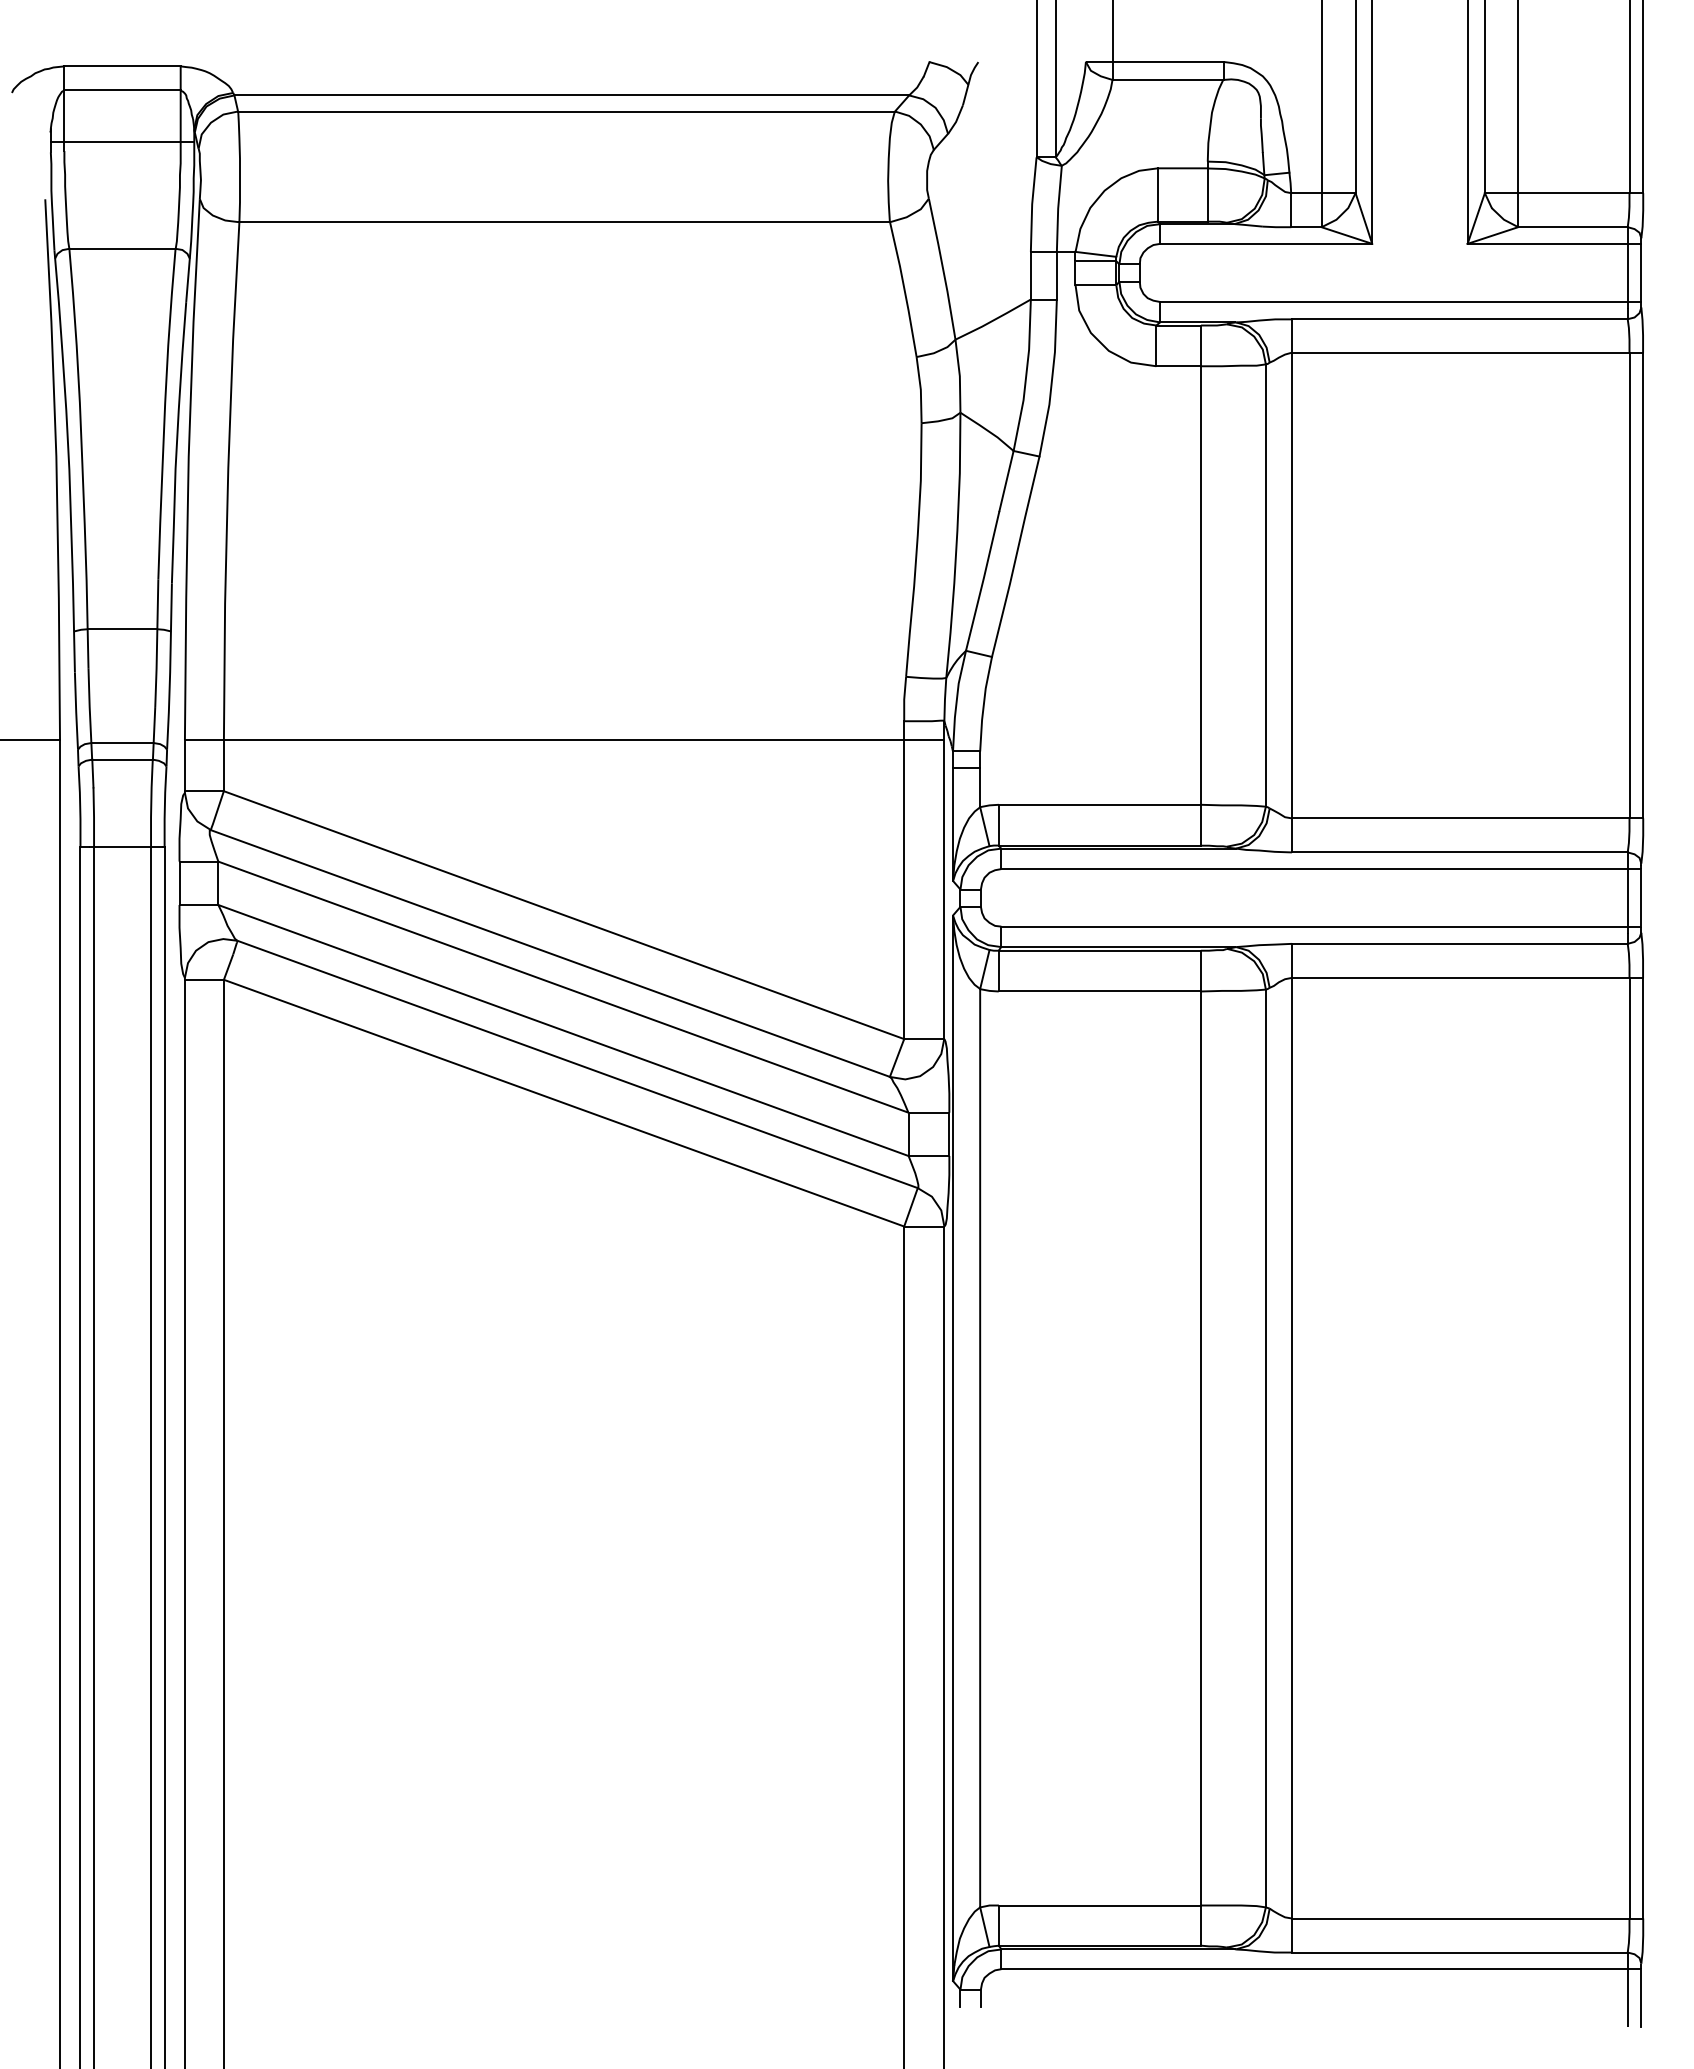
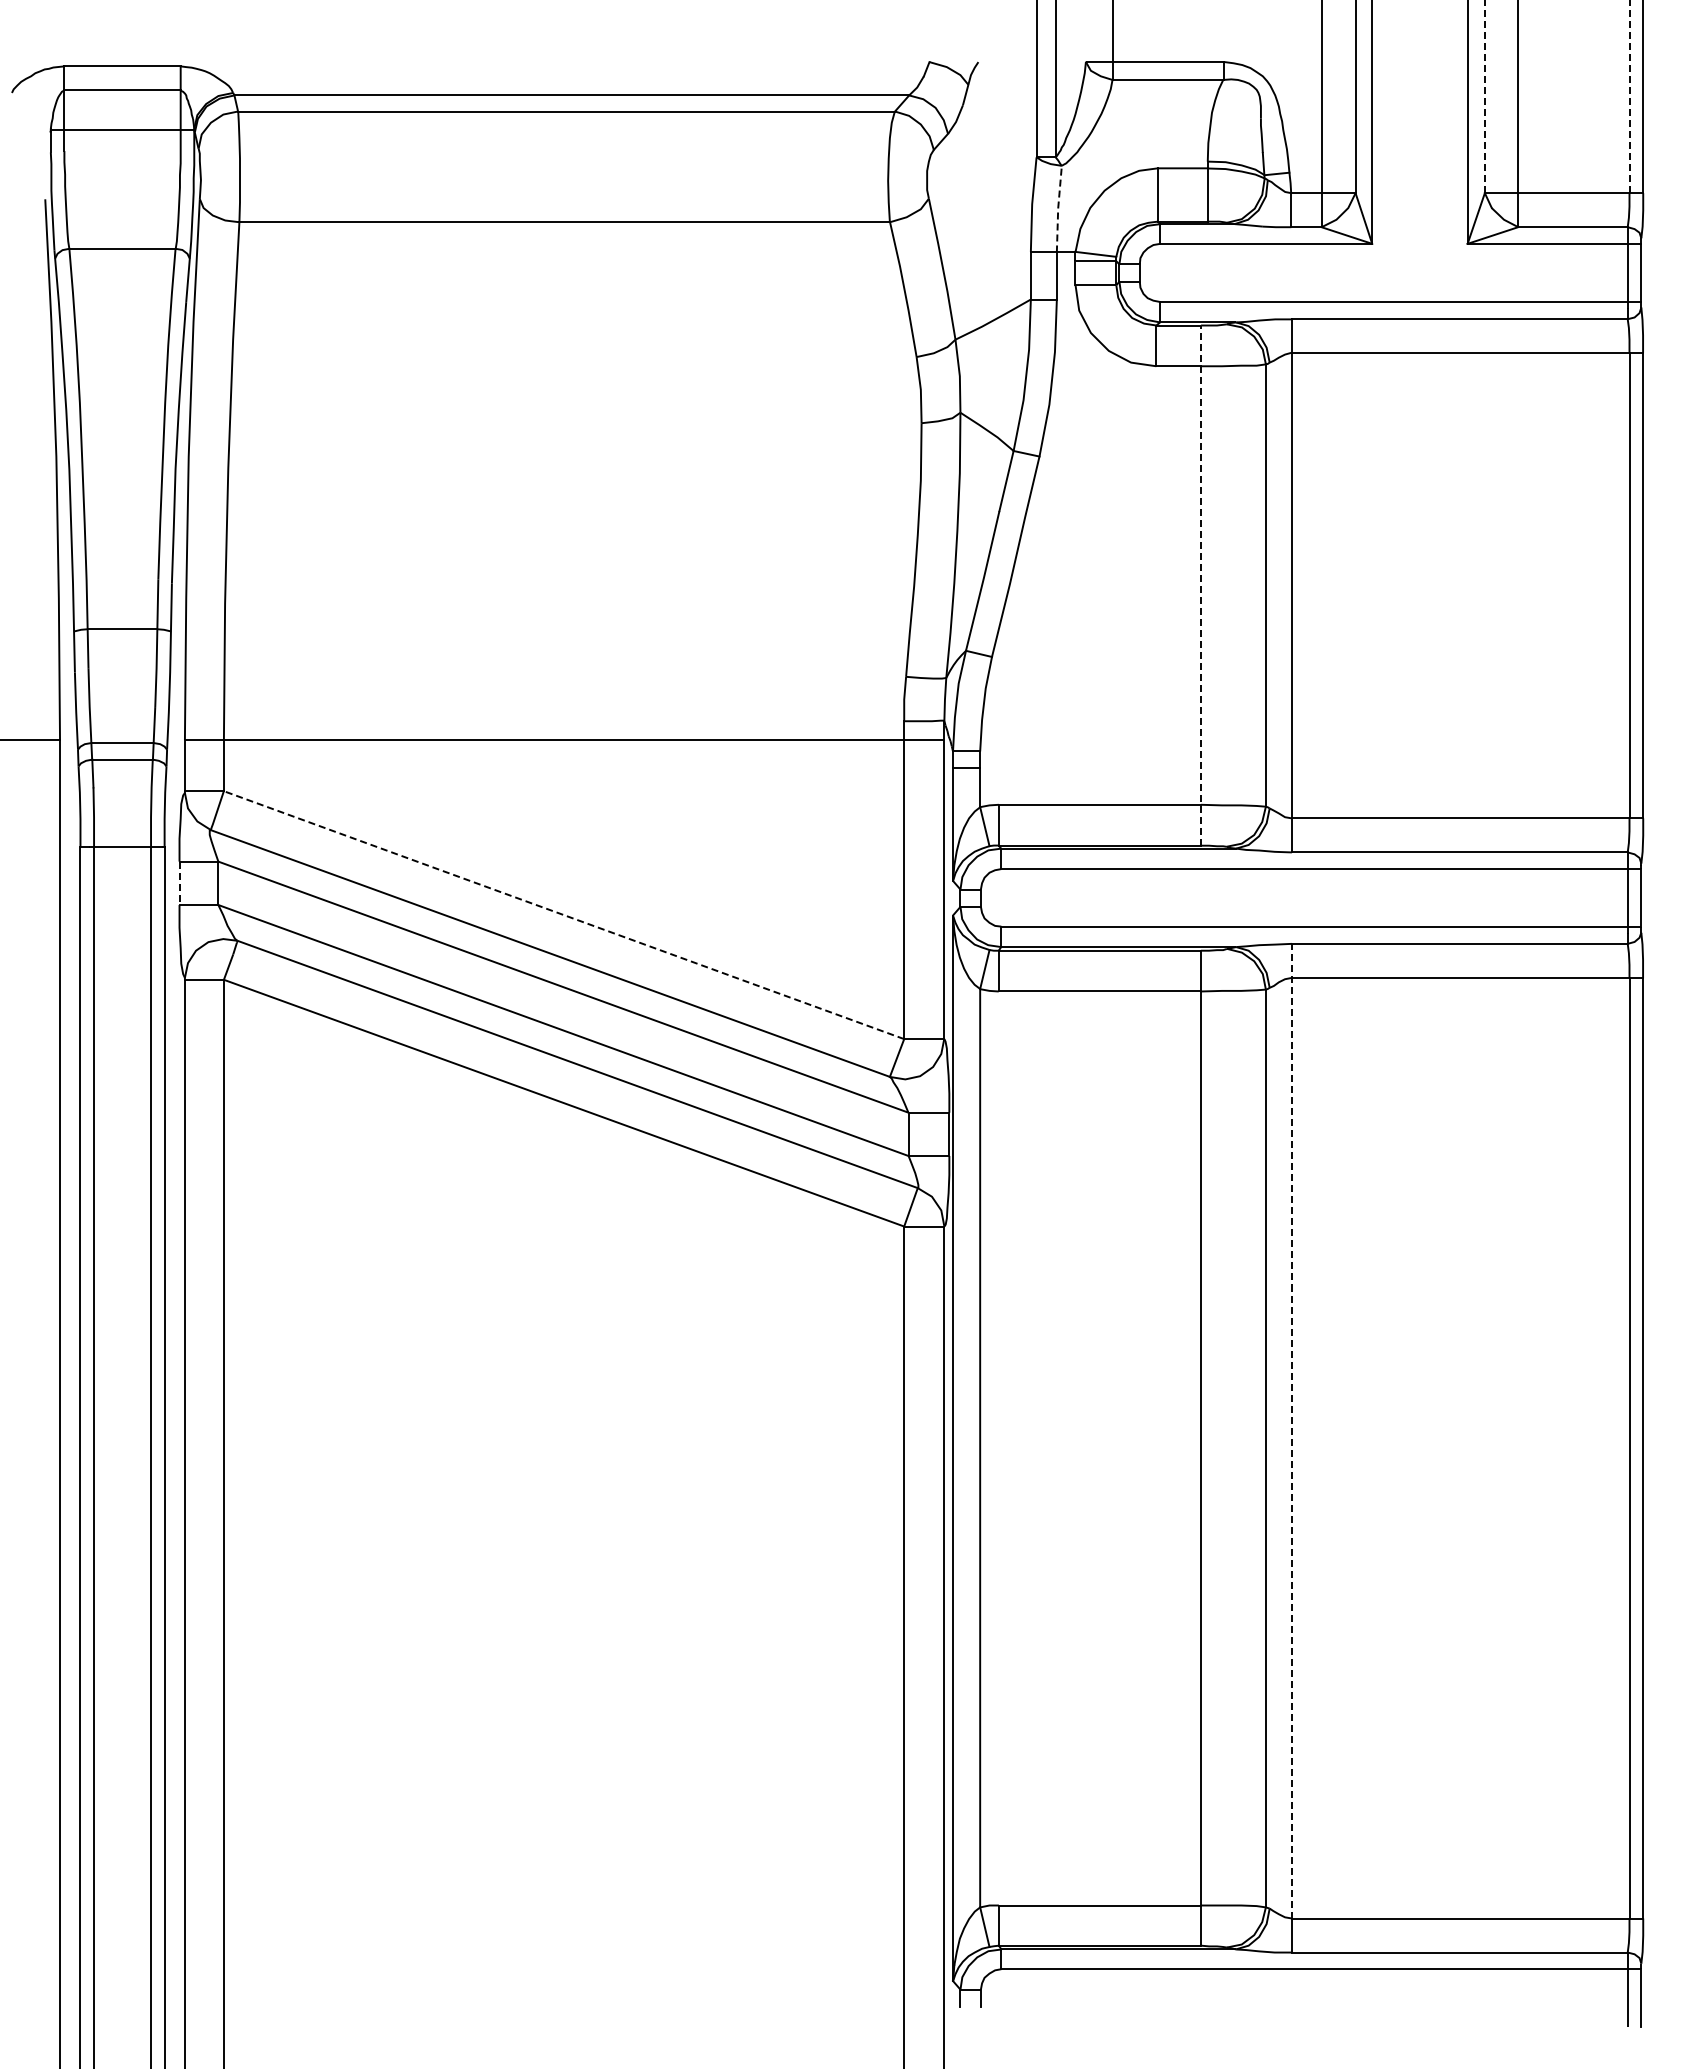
line at (1484, 96): solid -> dashed
line at (1629, 96): solid -> dashed
line at (122, 141) position: (122, 141) -> (122, 129)
line at (1058, 208): solid -> dashed
line at (1201, 585): solid -> dashed
line at (179, 883): solid -> dashed
line at (563, 914): solid -> dashed
line at (1291, 1430): solid -> dashed
